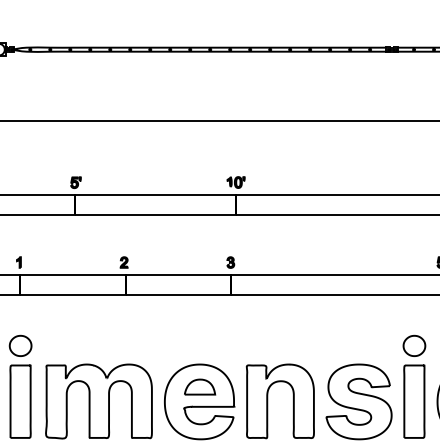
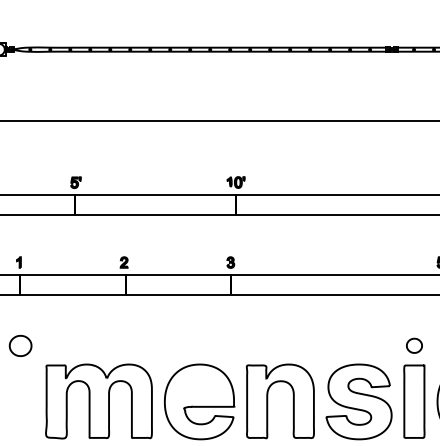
part at (414, 345) size: 25x23 px -> 17x17 px
part at (200, 386): present -> none
part at (20, 401): present -> none
